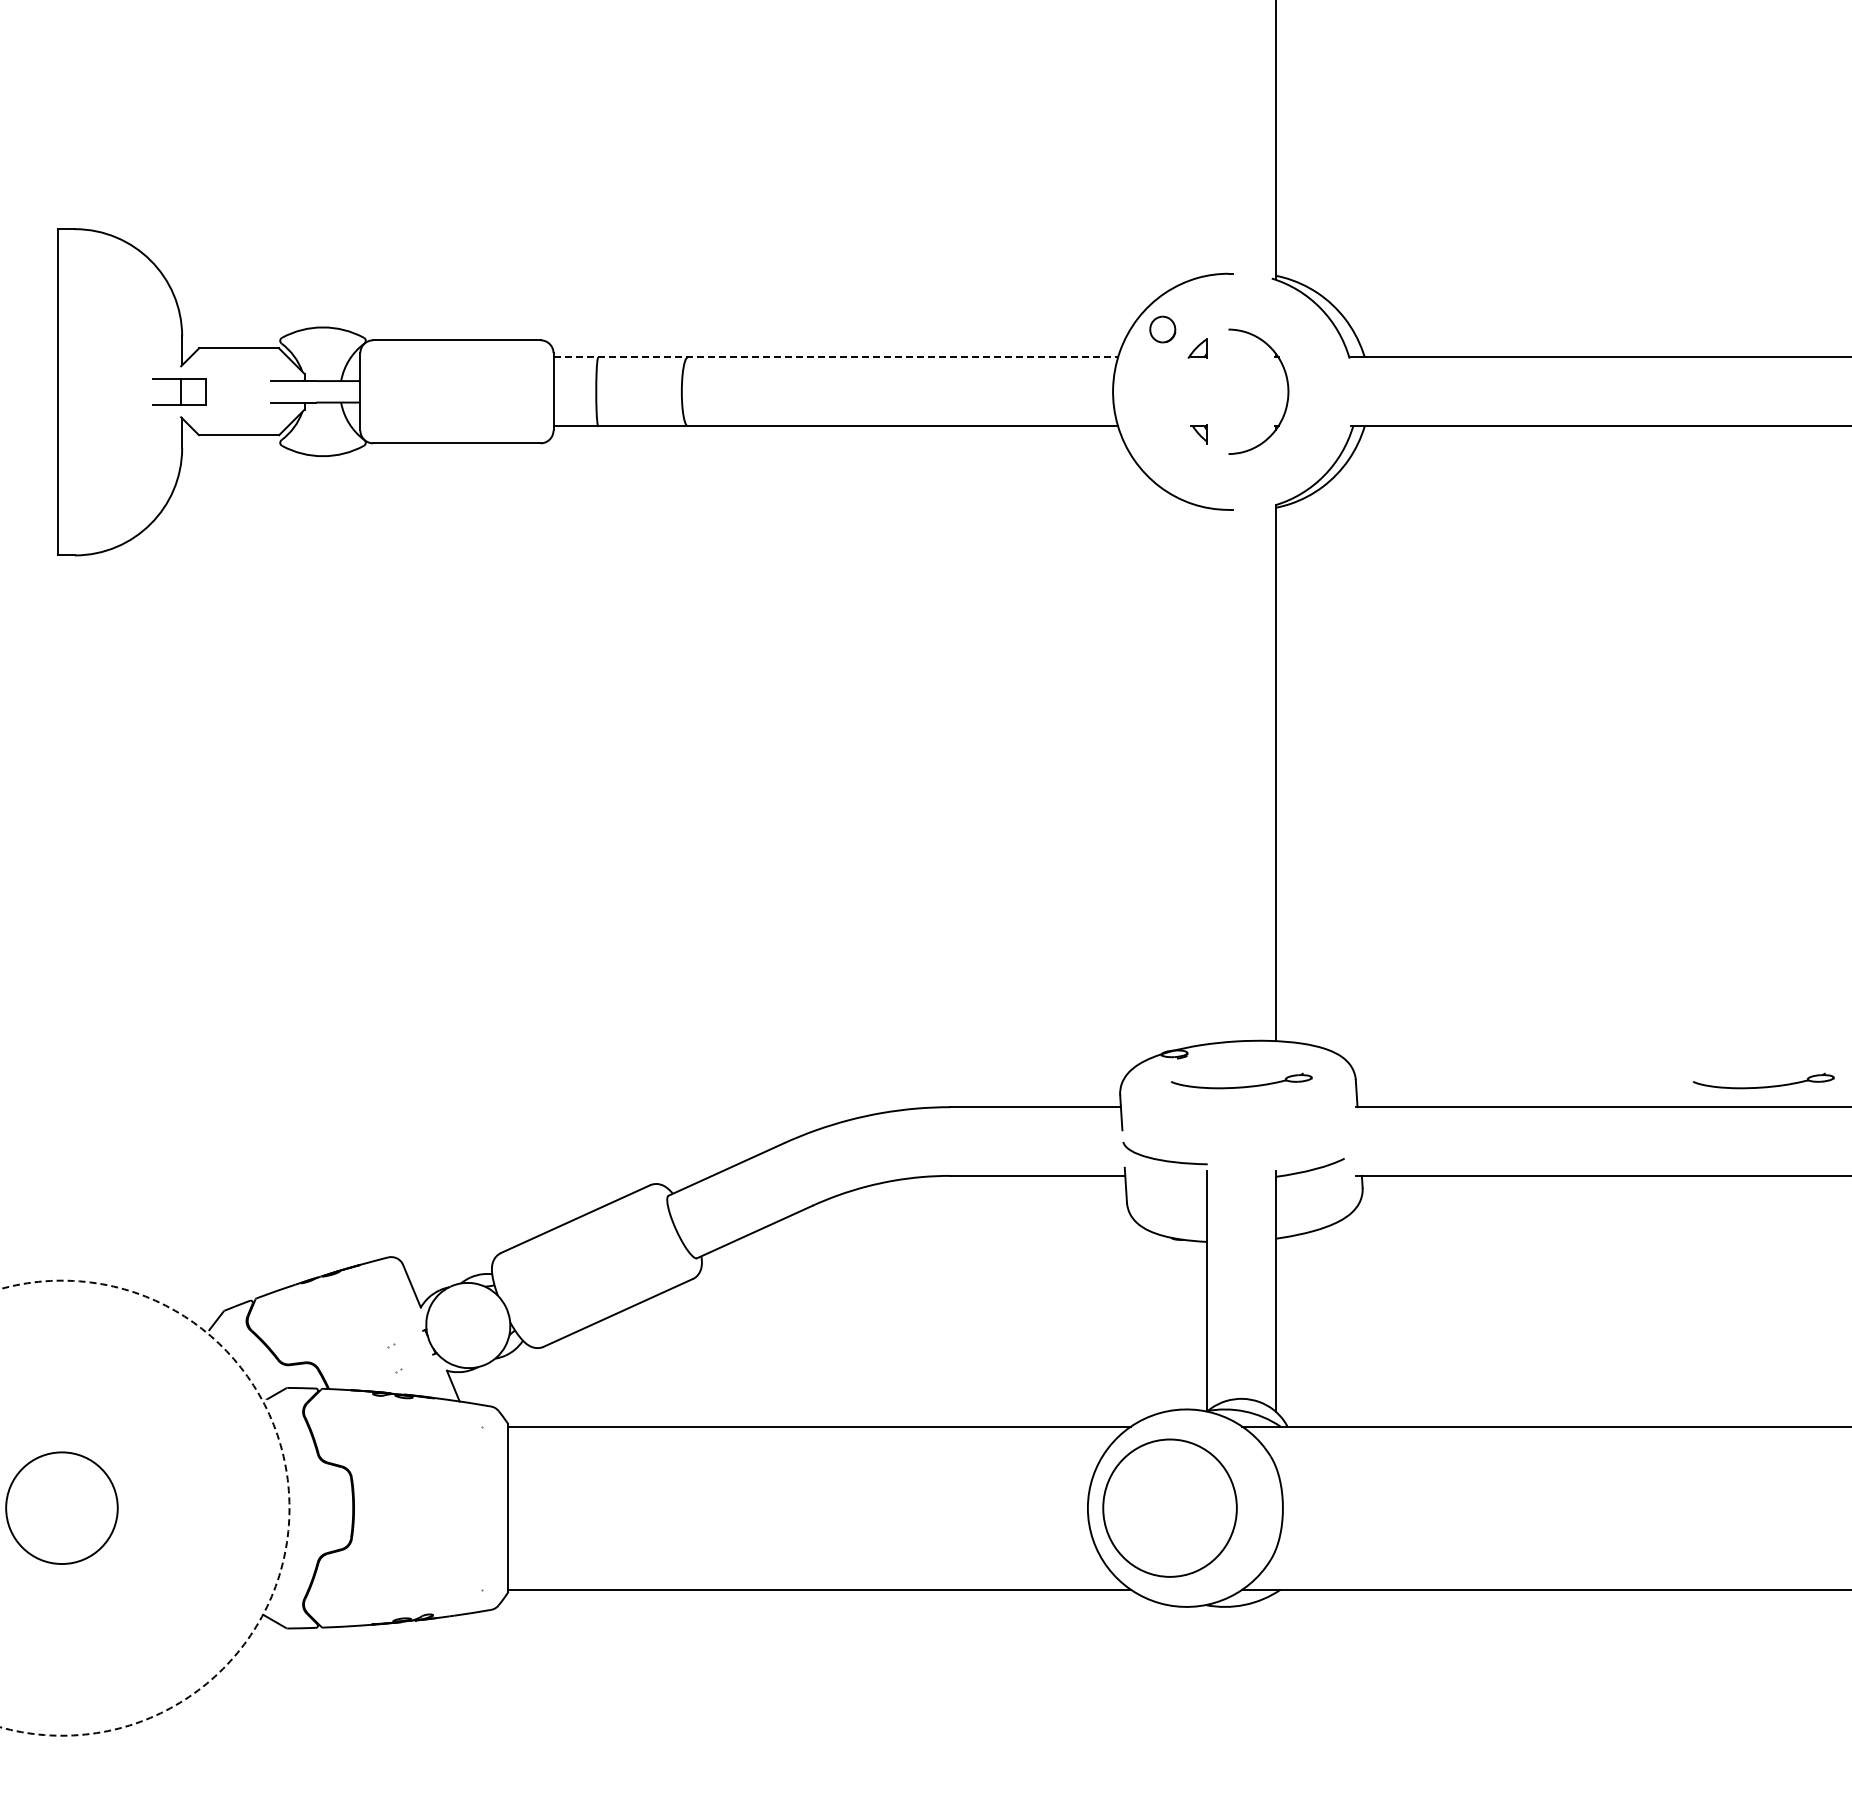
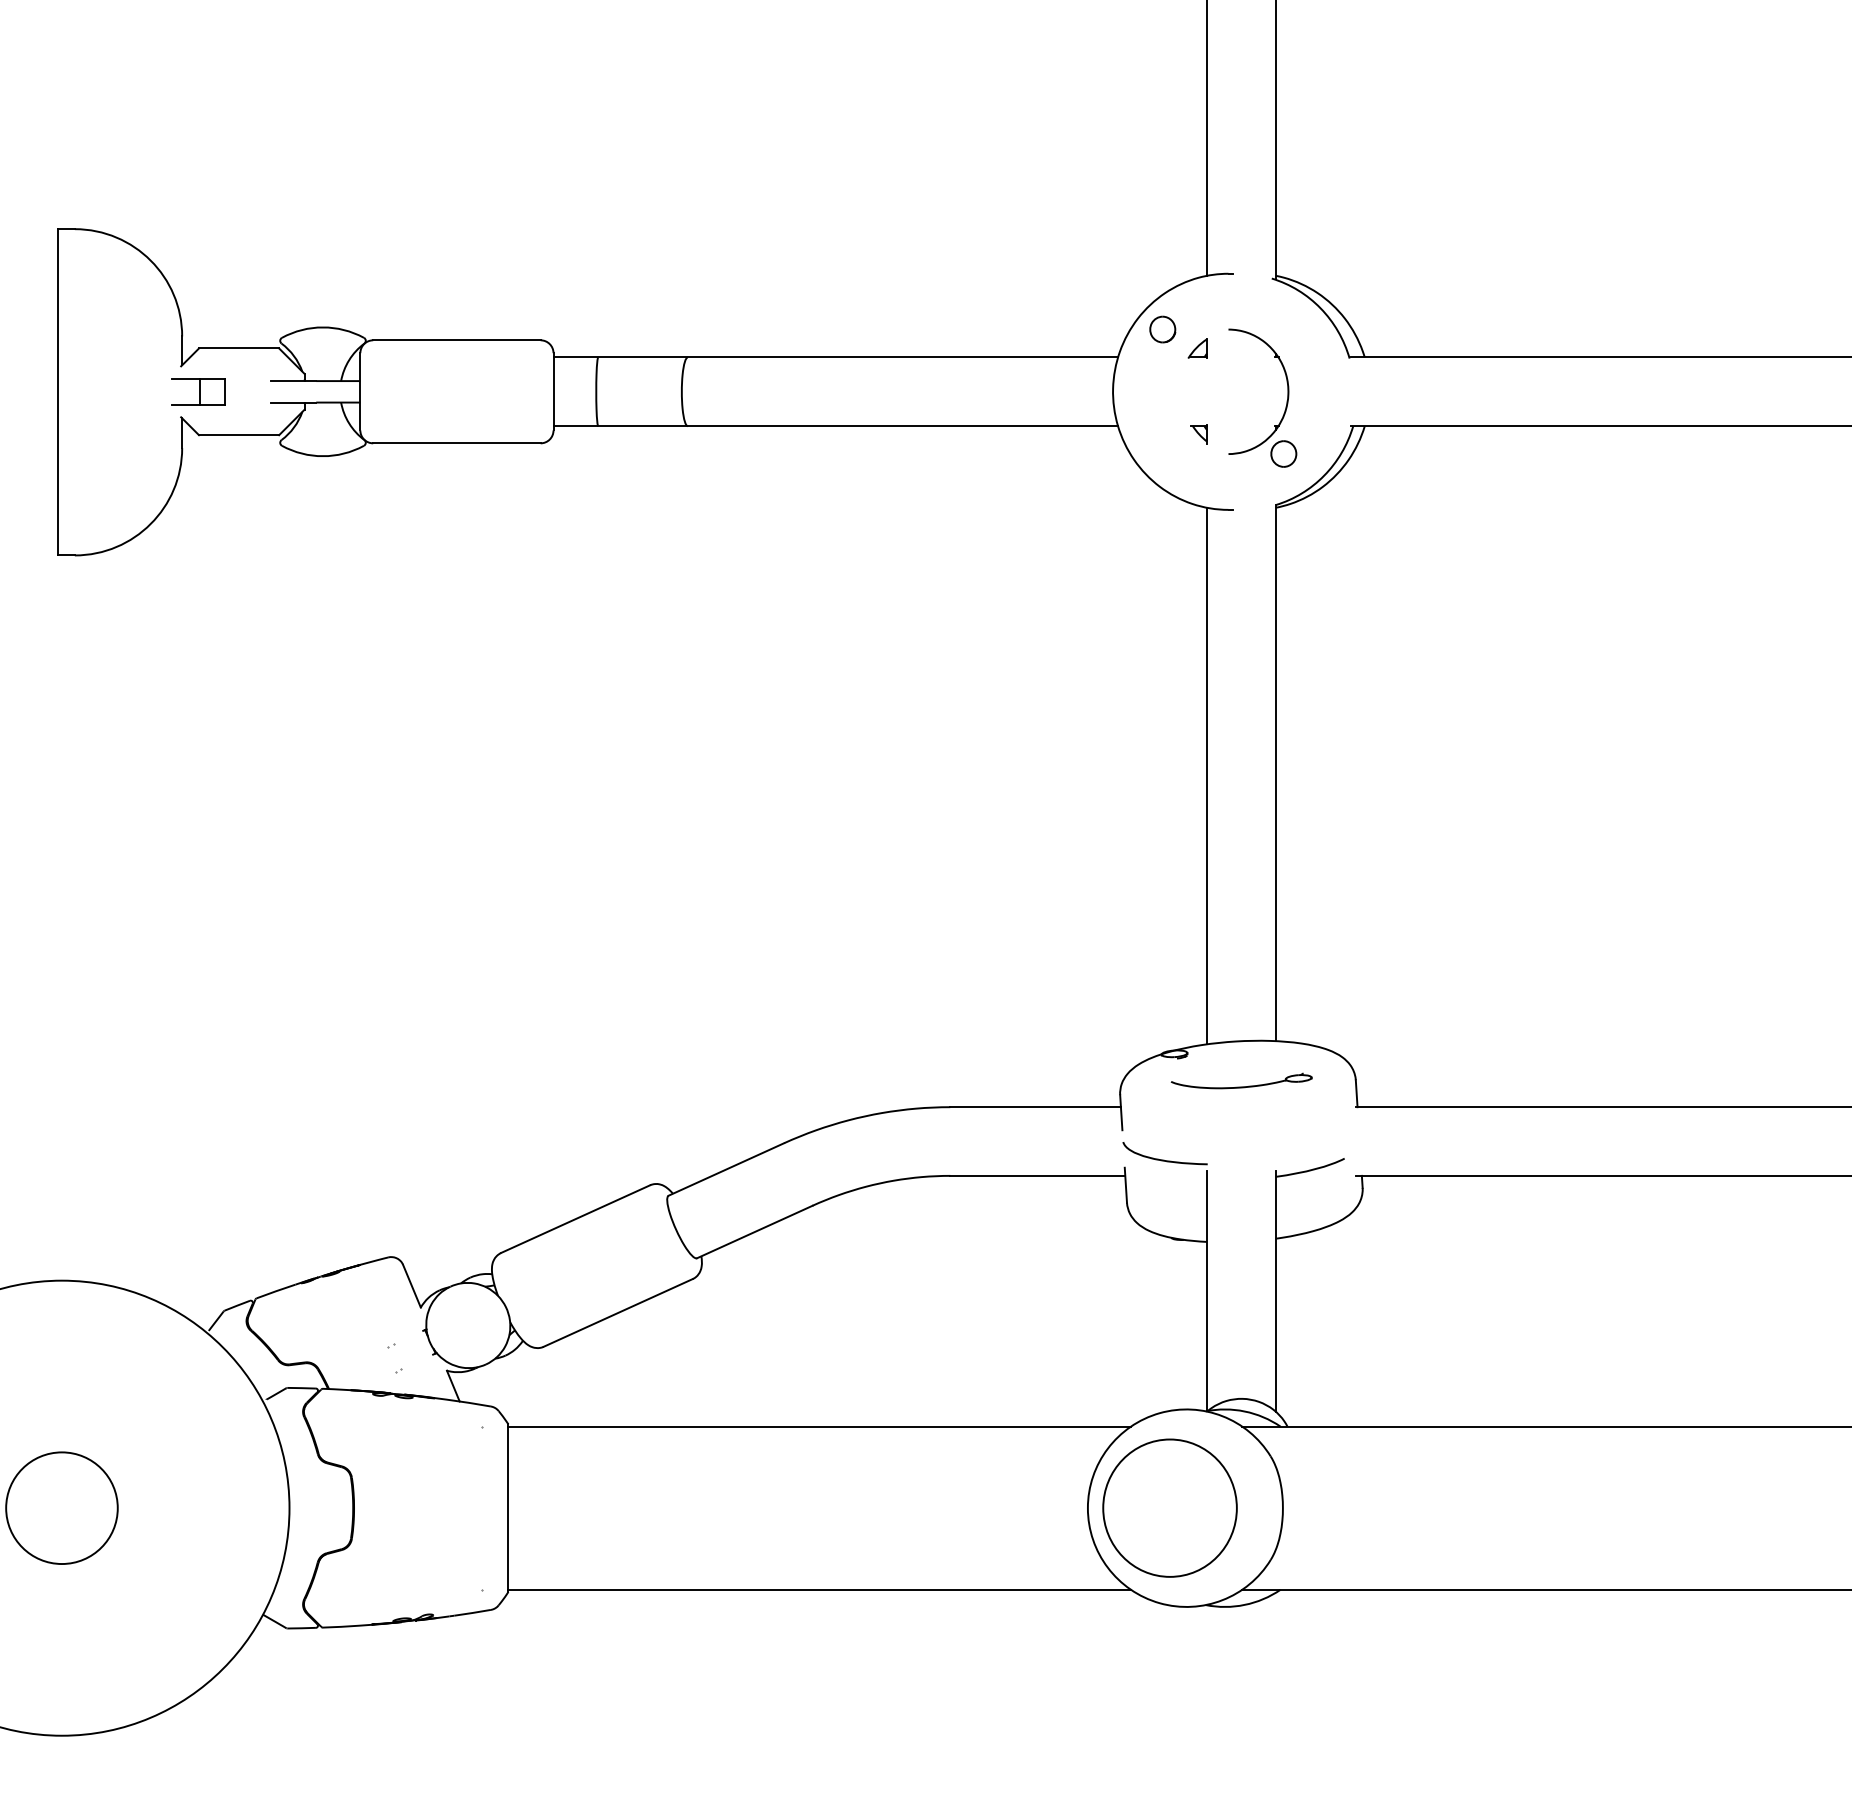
line at (1207, 138): none -> present
line at (836, 357): dashed -> solid
part at (179, 391) position: (179, 391) -> (198, 391)
part at (1283, 453): none -> present
line at (1207, 775): none -> present
part at (1763, 1080): present -> none
circle at (144, 1507): dashed -> solid
